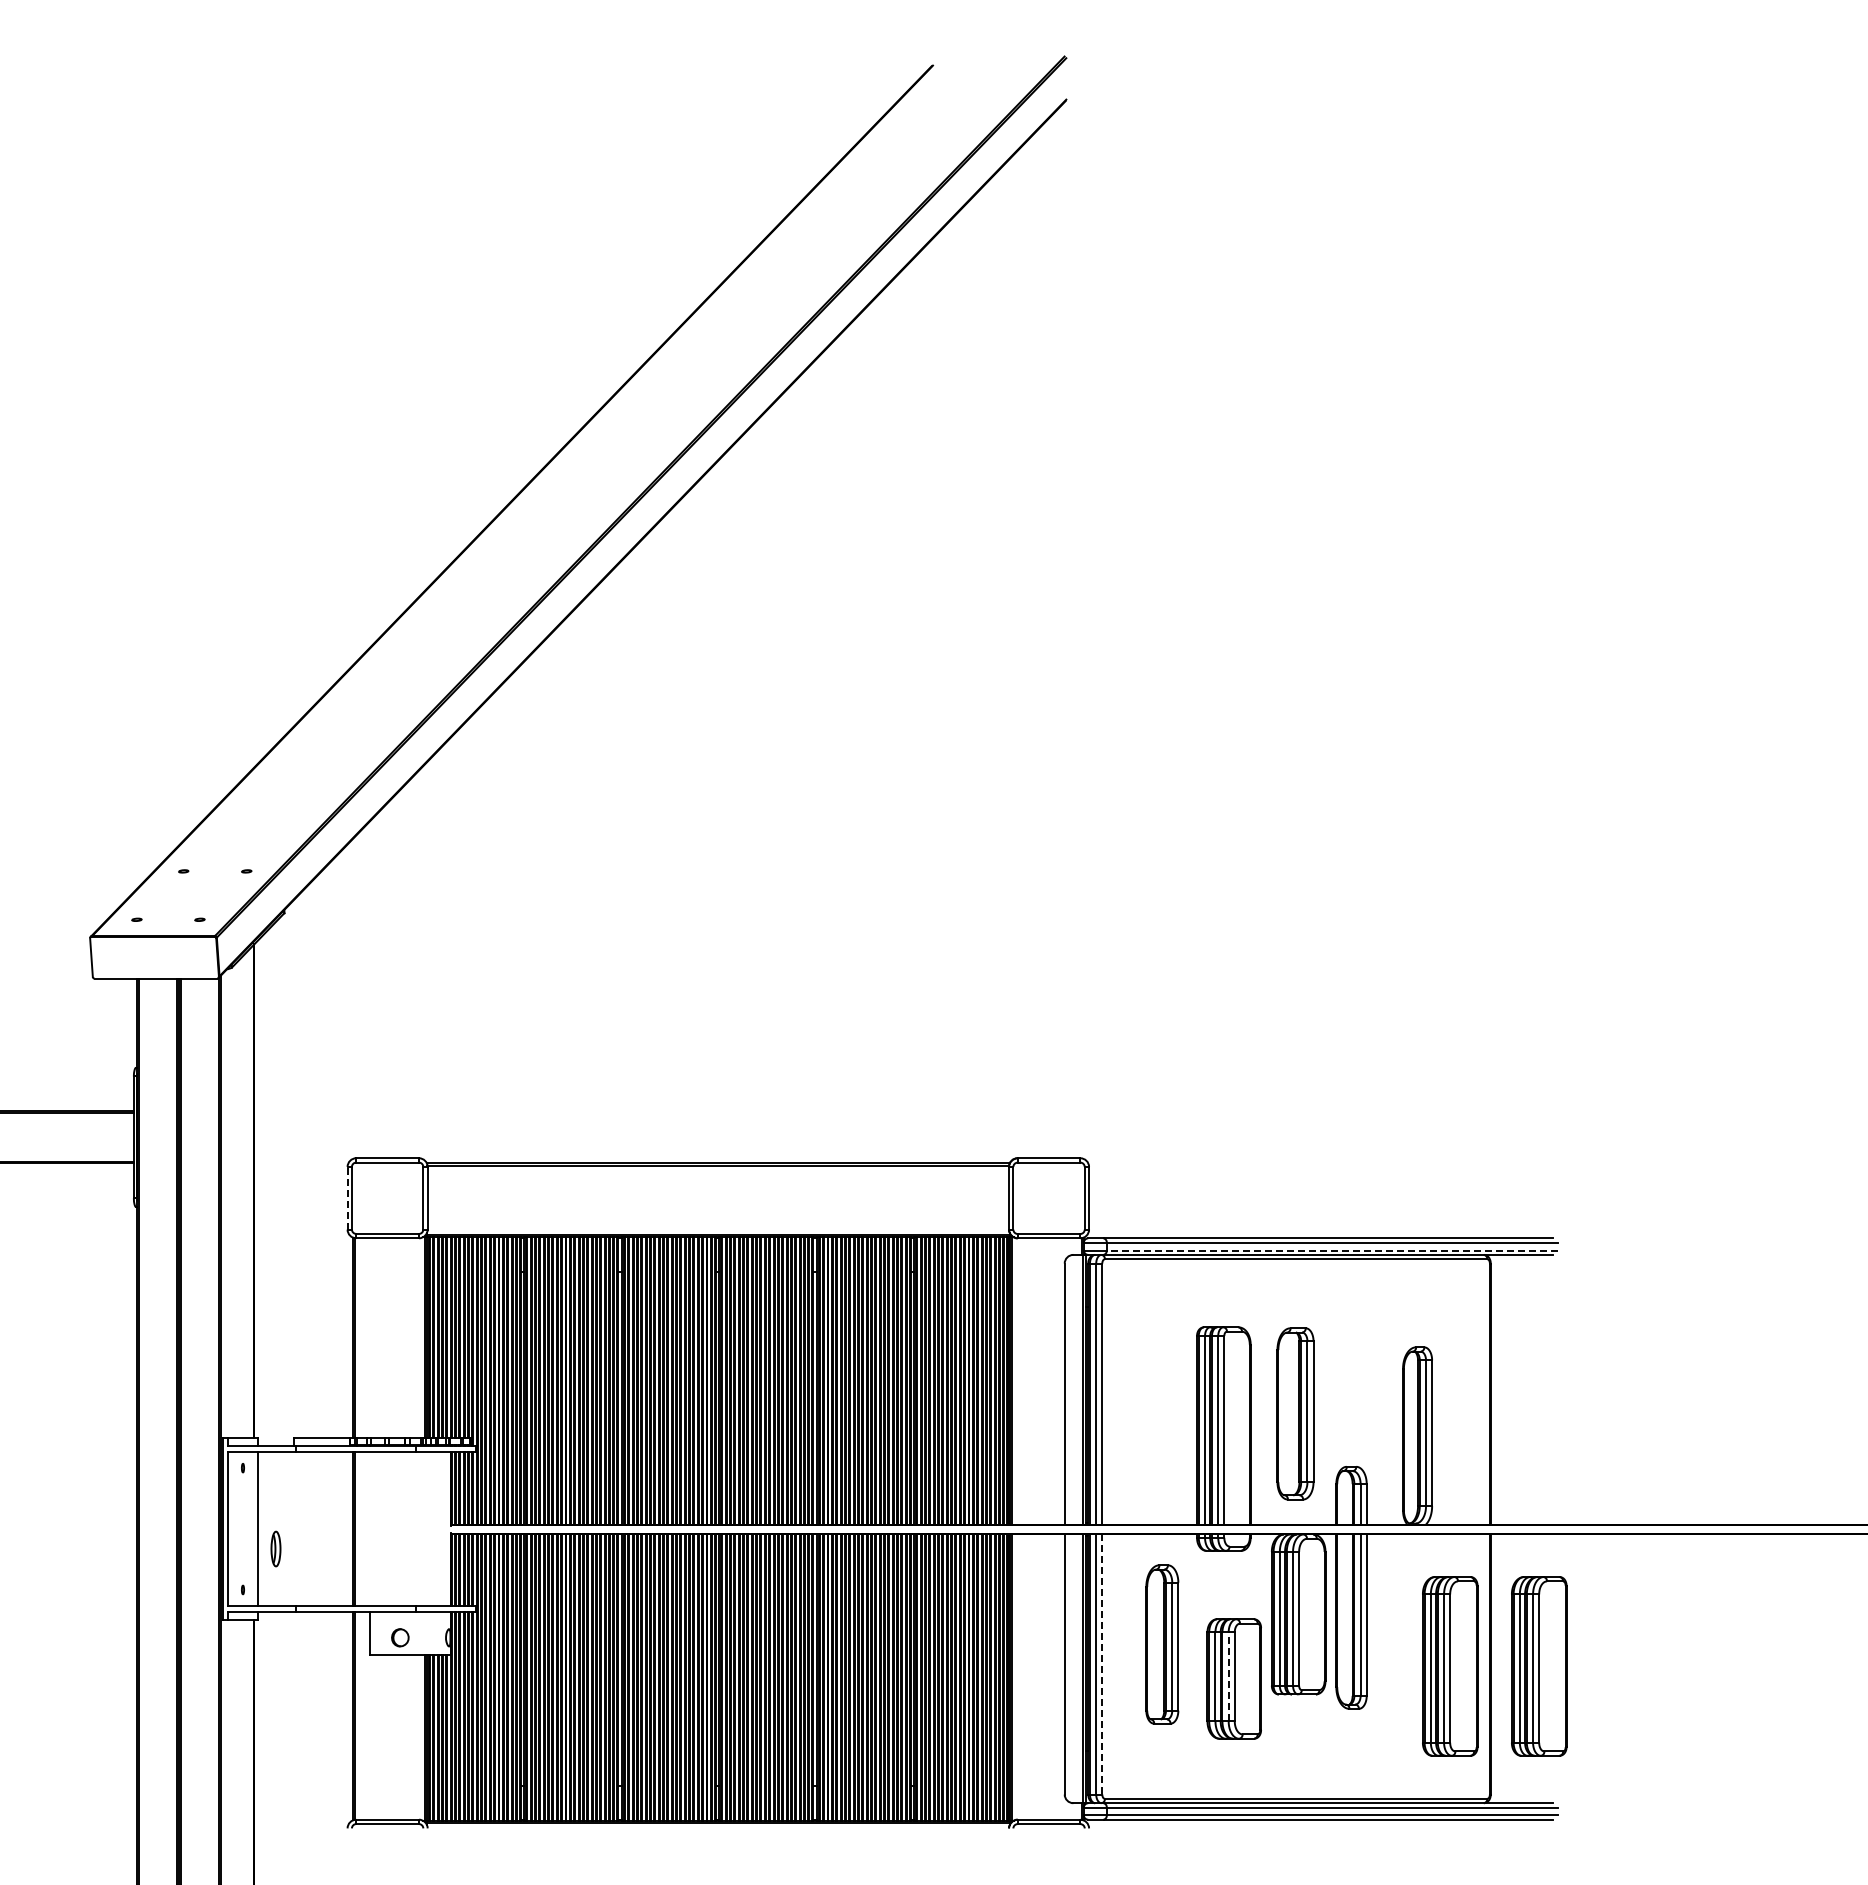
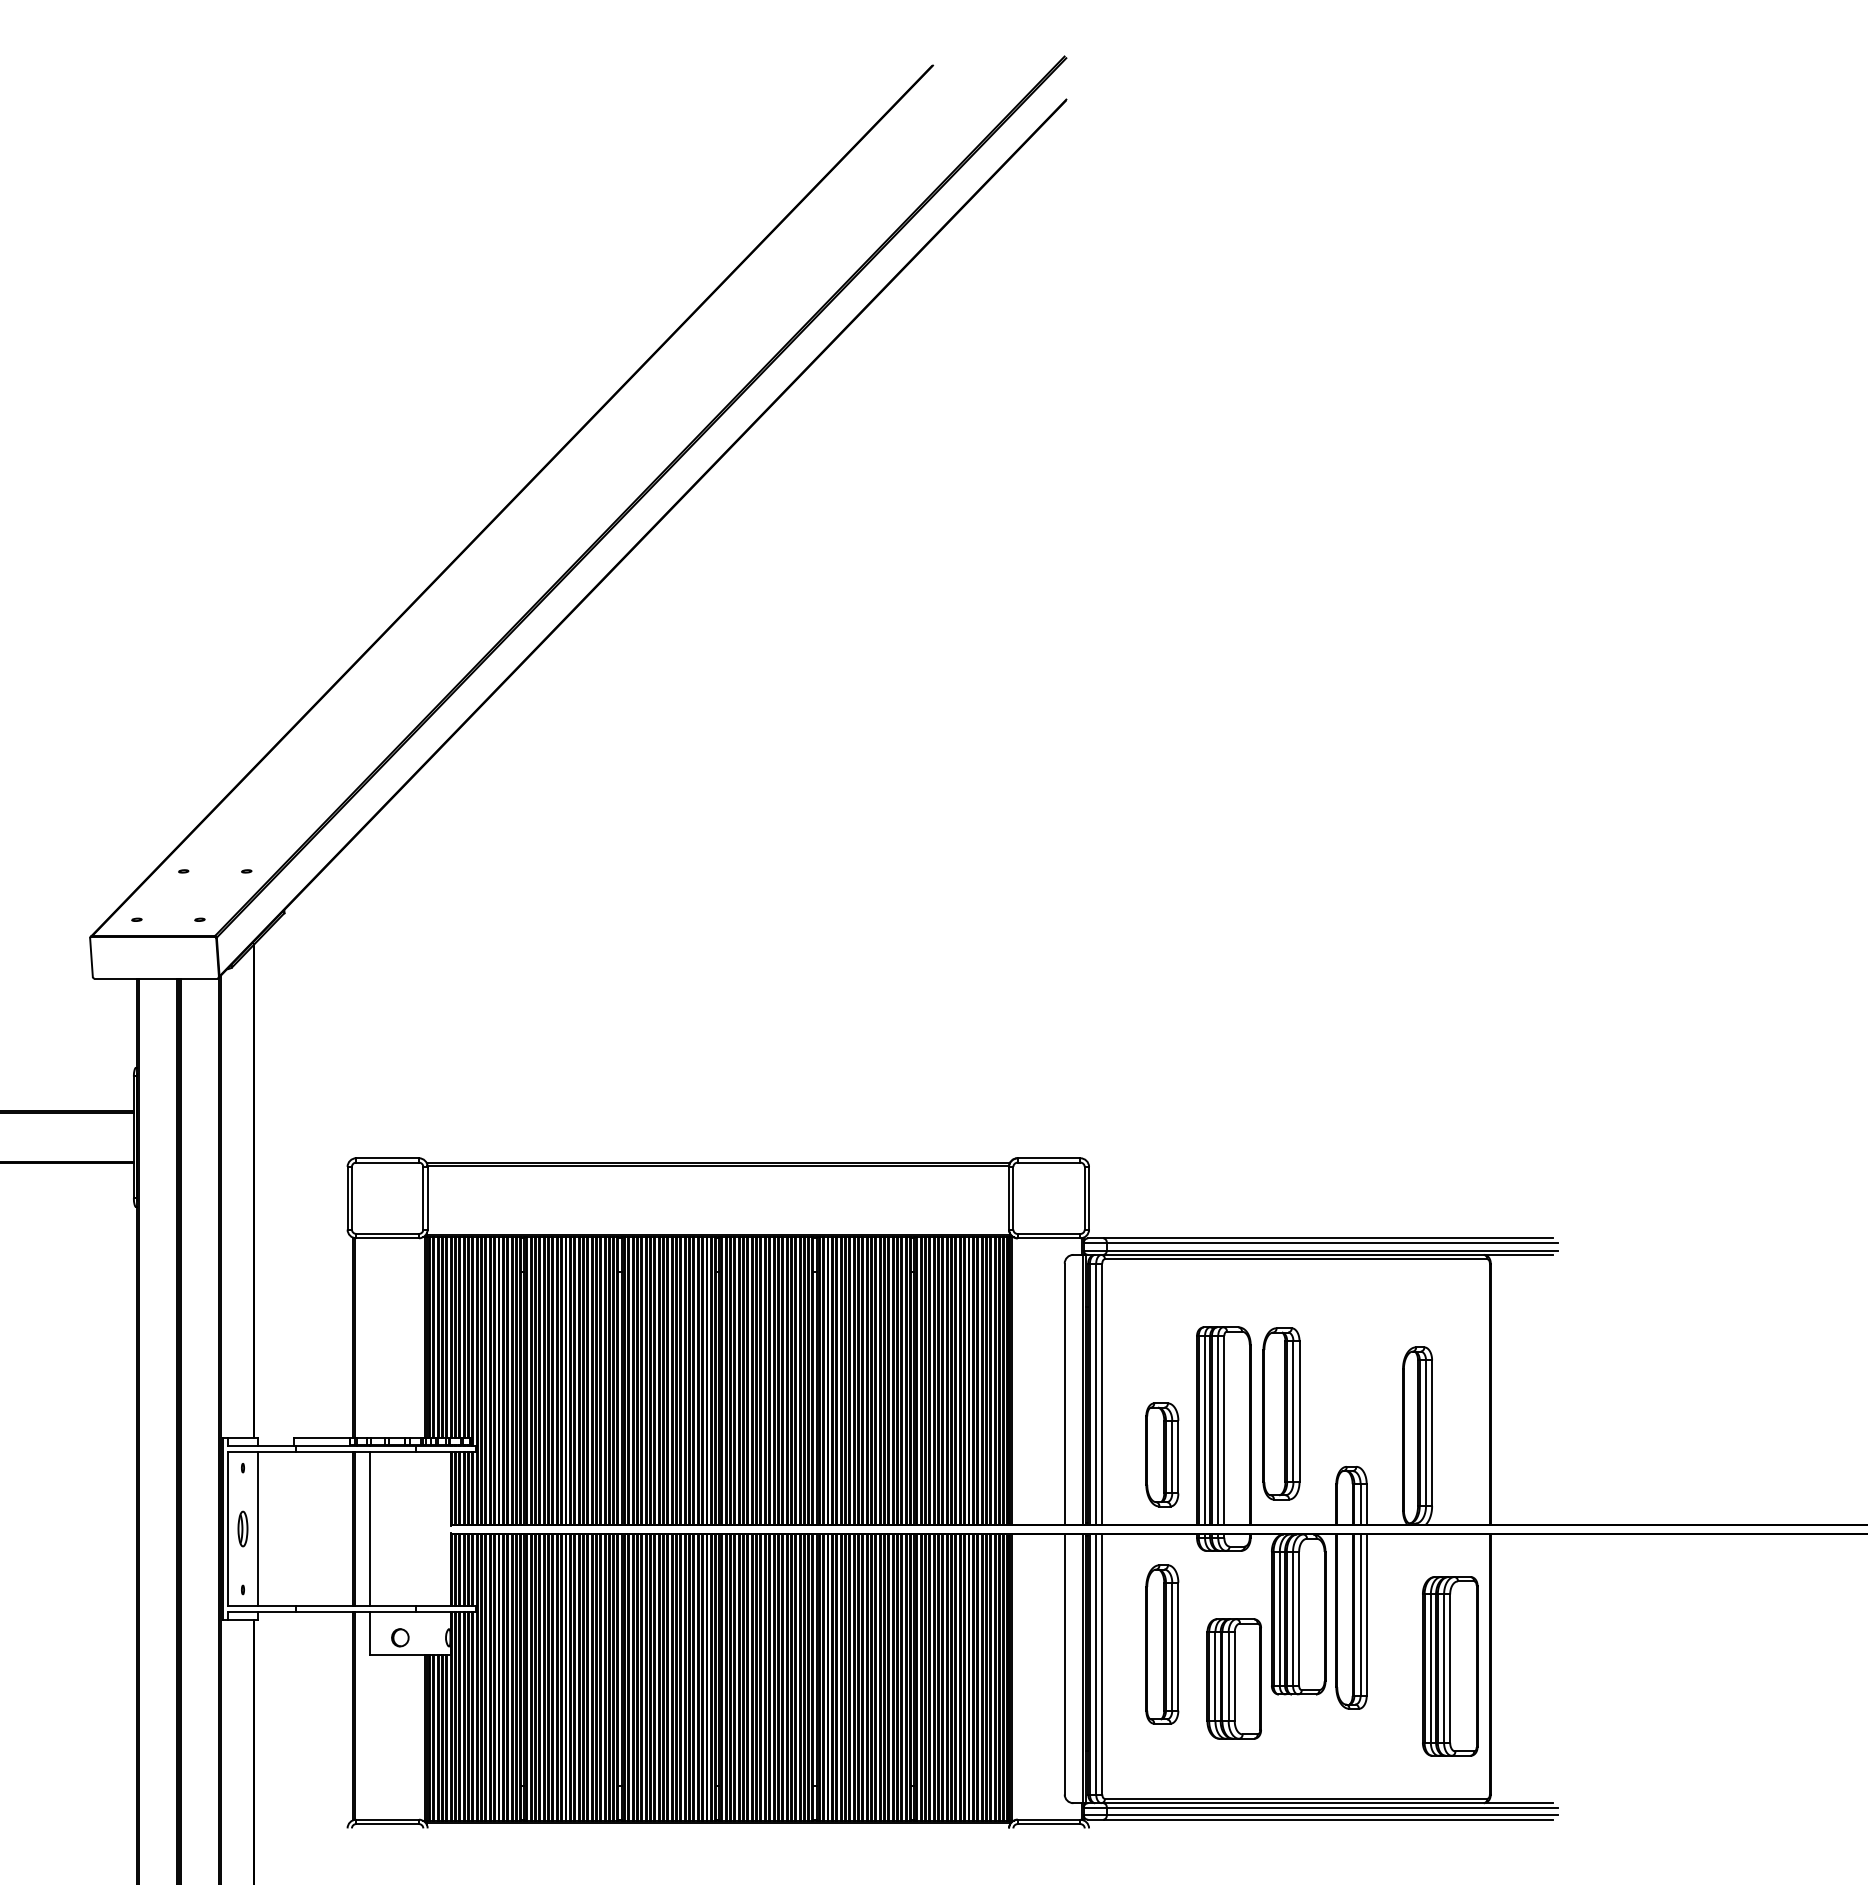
line at (347, 1197): dashed -> solid
line at (1332, 1250): dashed -> solid
part at (1295, 1413) position: (1295, 1413) -> (1281, 1413)
part at (1162, 1454): none -> present
line at (370, 1528): none -> present
part at (275, 1548) position: (275, 1548) -> (242, 1528)
line at (1102, 1664): dashed -> solid
part at (1539, 1666): present -> none
line at (1228, 1676): dashed -> solid
